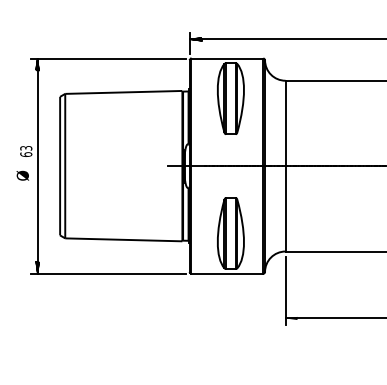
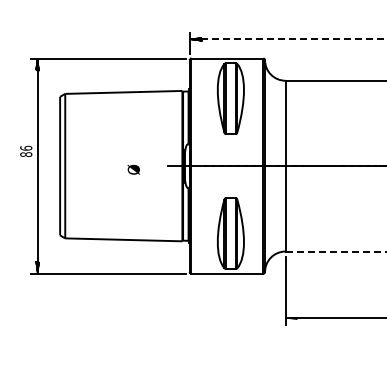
line at (288, 39): solid -> dashed
text at (26, 150): 63 -> 86
text at (22, 175) position: (22, 175) -> (133, 169)
line at (336, 251): solid -> dashed
